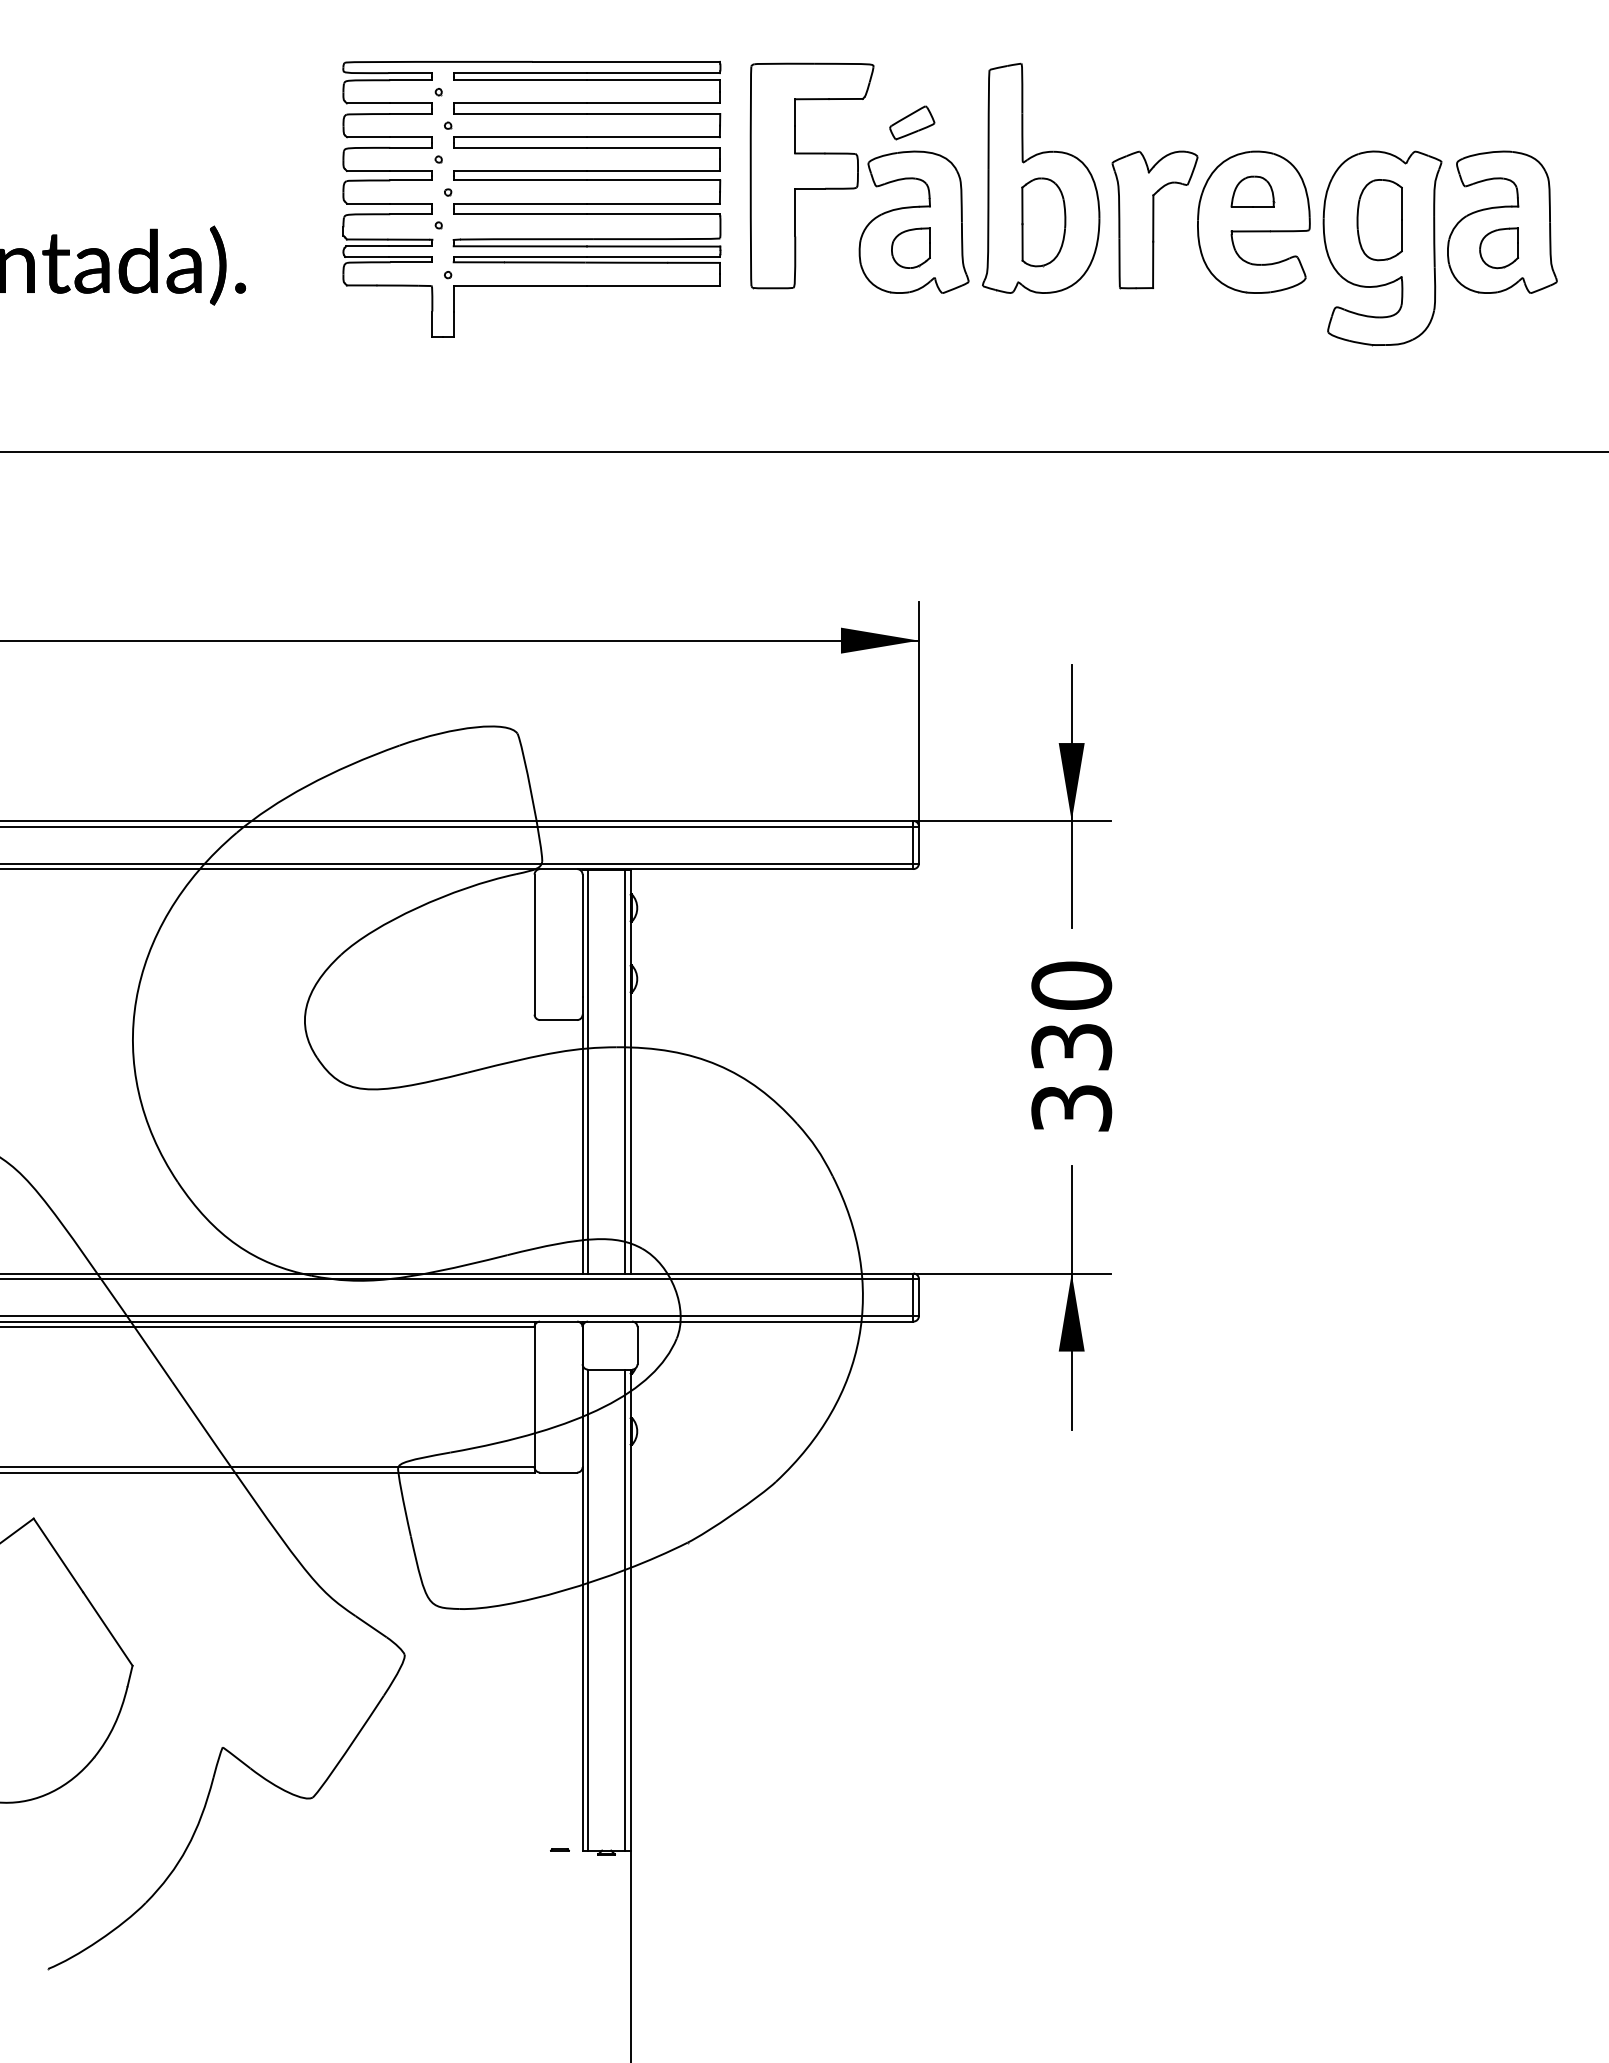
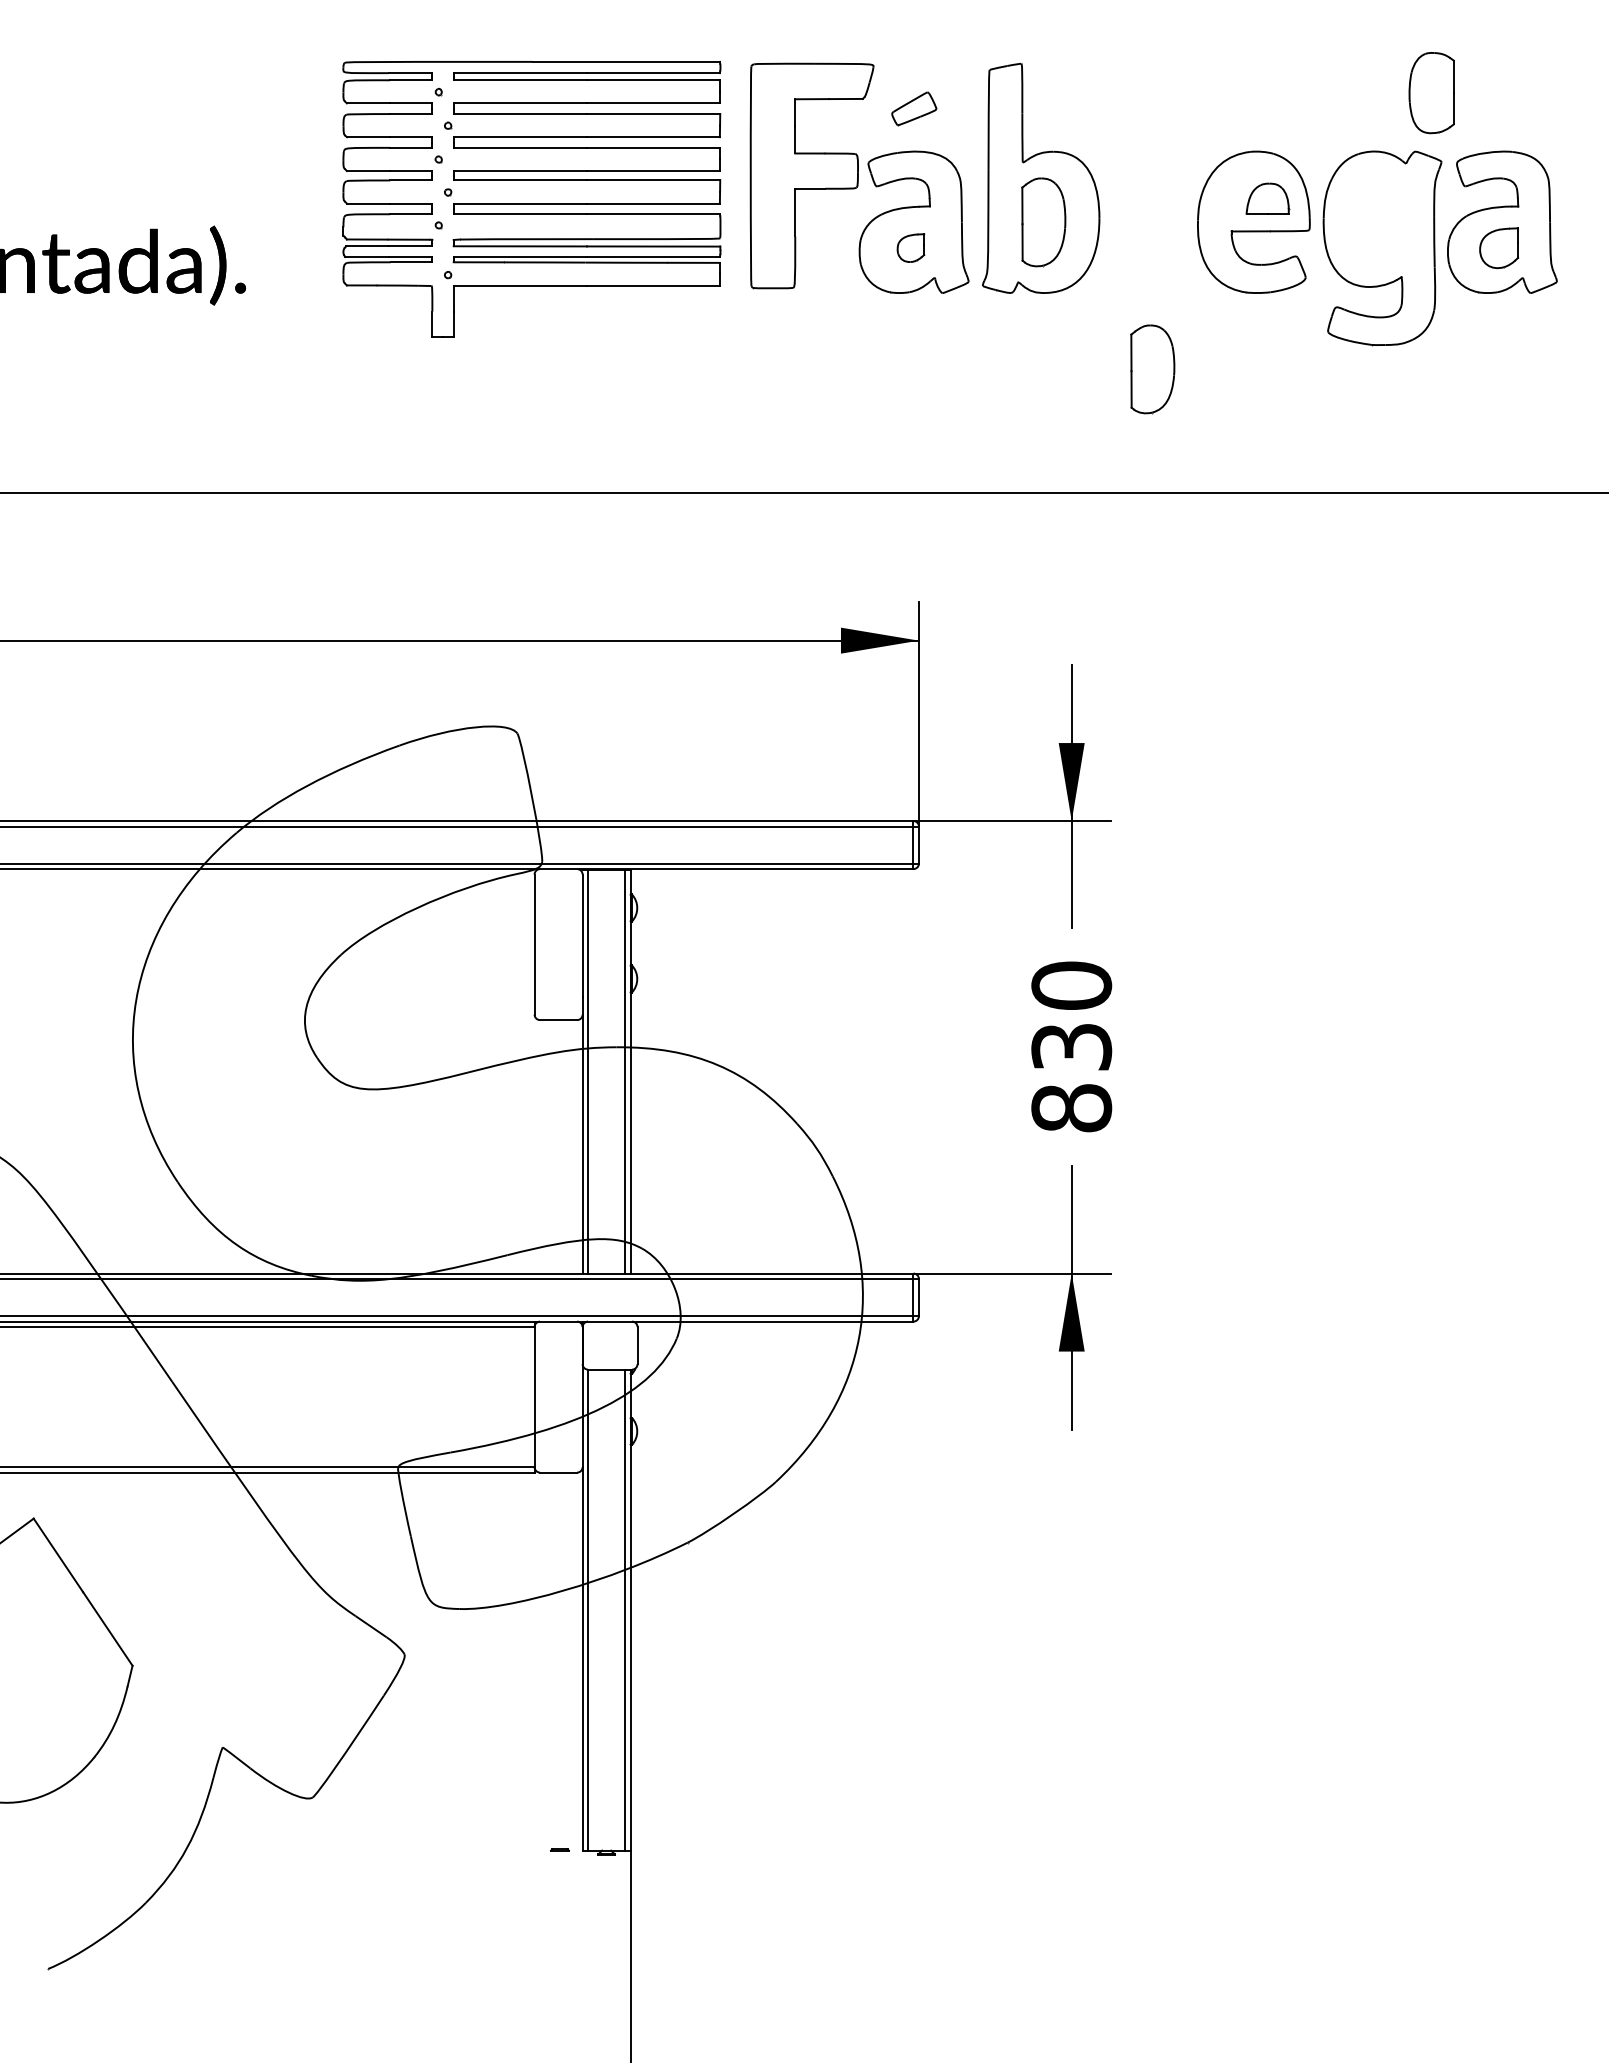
part at (912, 122) position: (912, 122) -> (914, 108)
part at (1252, 191) position: (1252, 191) -> (1267, 198)
part at (1154, 219): present -> none
part at (1379, 220) position: (1379, 220) -> (1431, 93)
part at (910, 247) size: 40x42 px -> 30x30 px
part at (1152, 369): none -> present
line at (803, 452) position: (803, 452) -> (803, 493)
text at (1071, 1108): 330 -> 830
